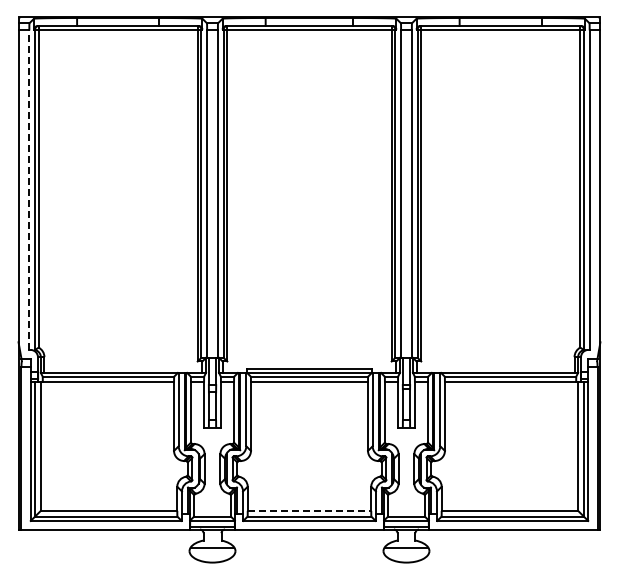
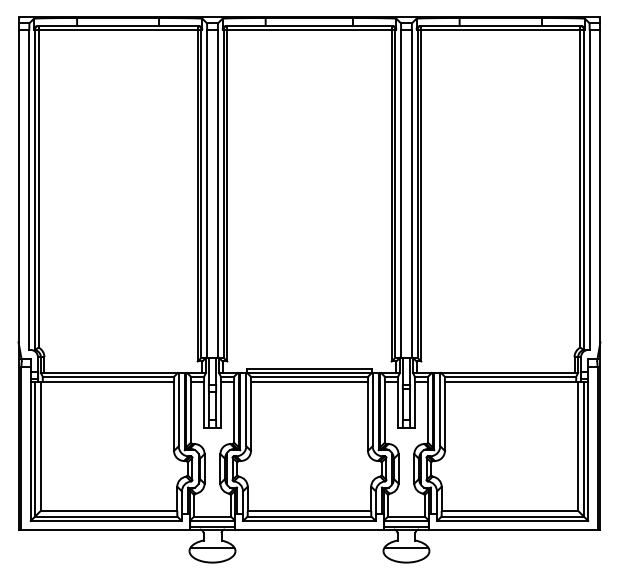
line at (29, 190): dashed -> solid
line at (309, 510): dashed -> solid
